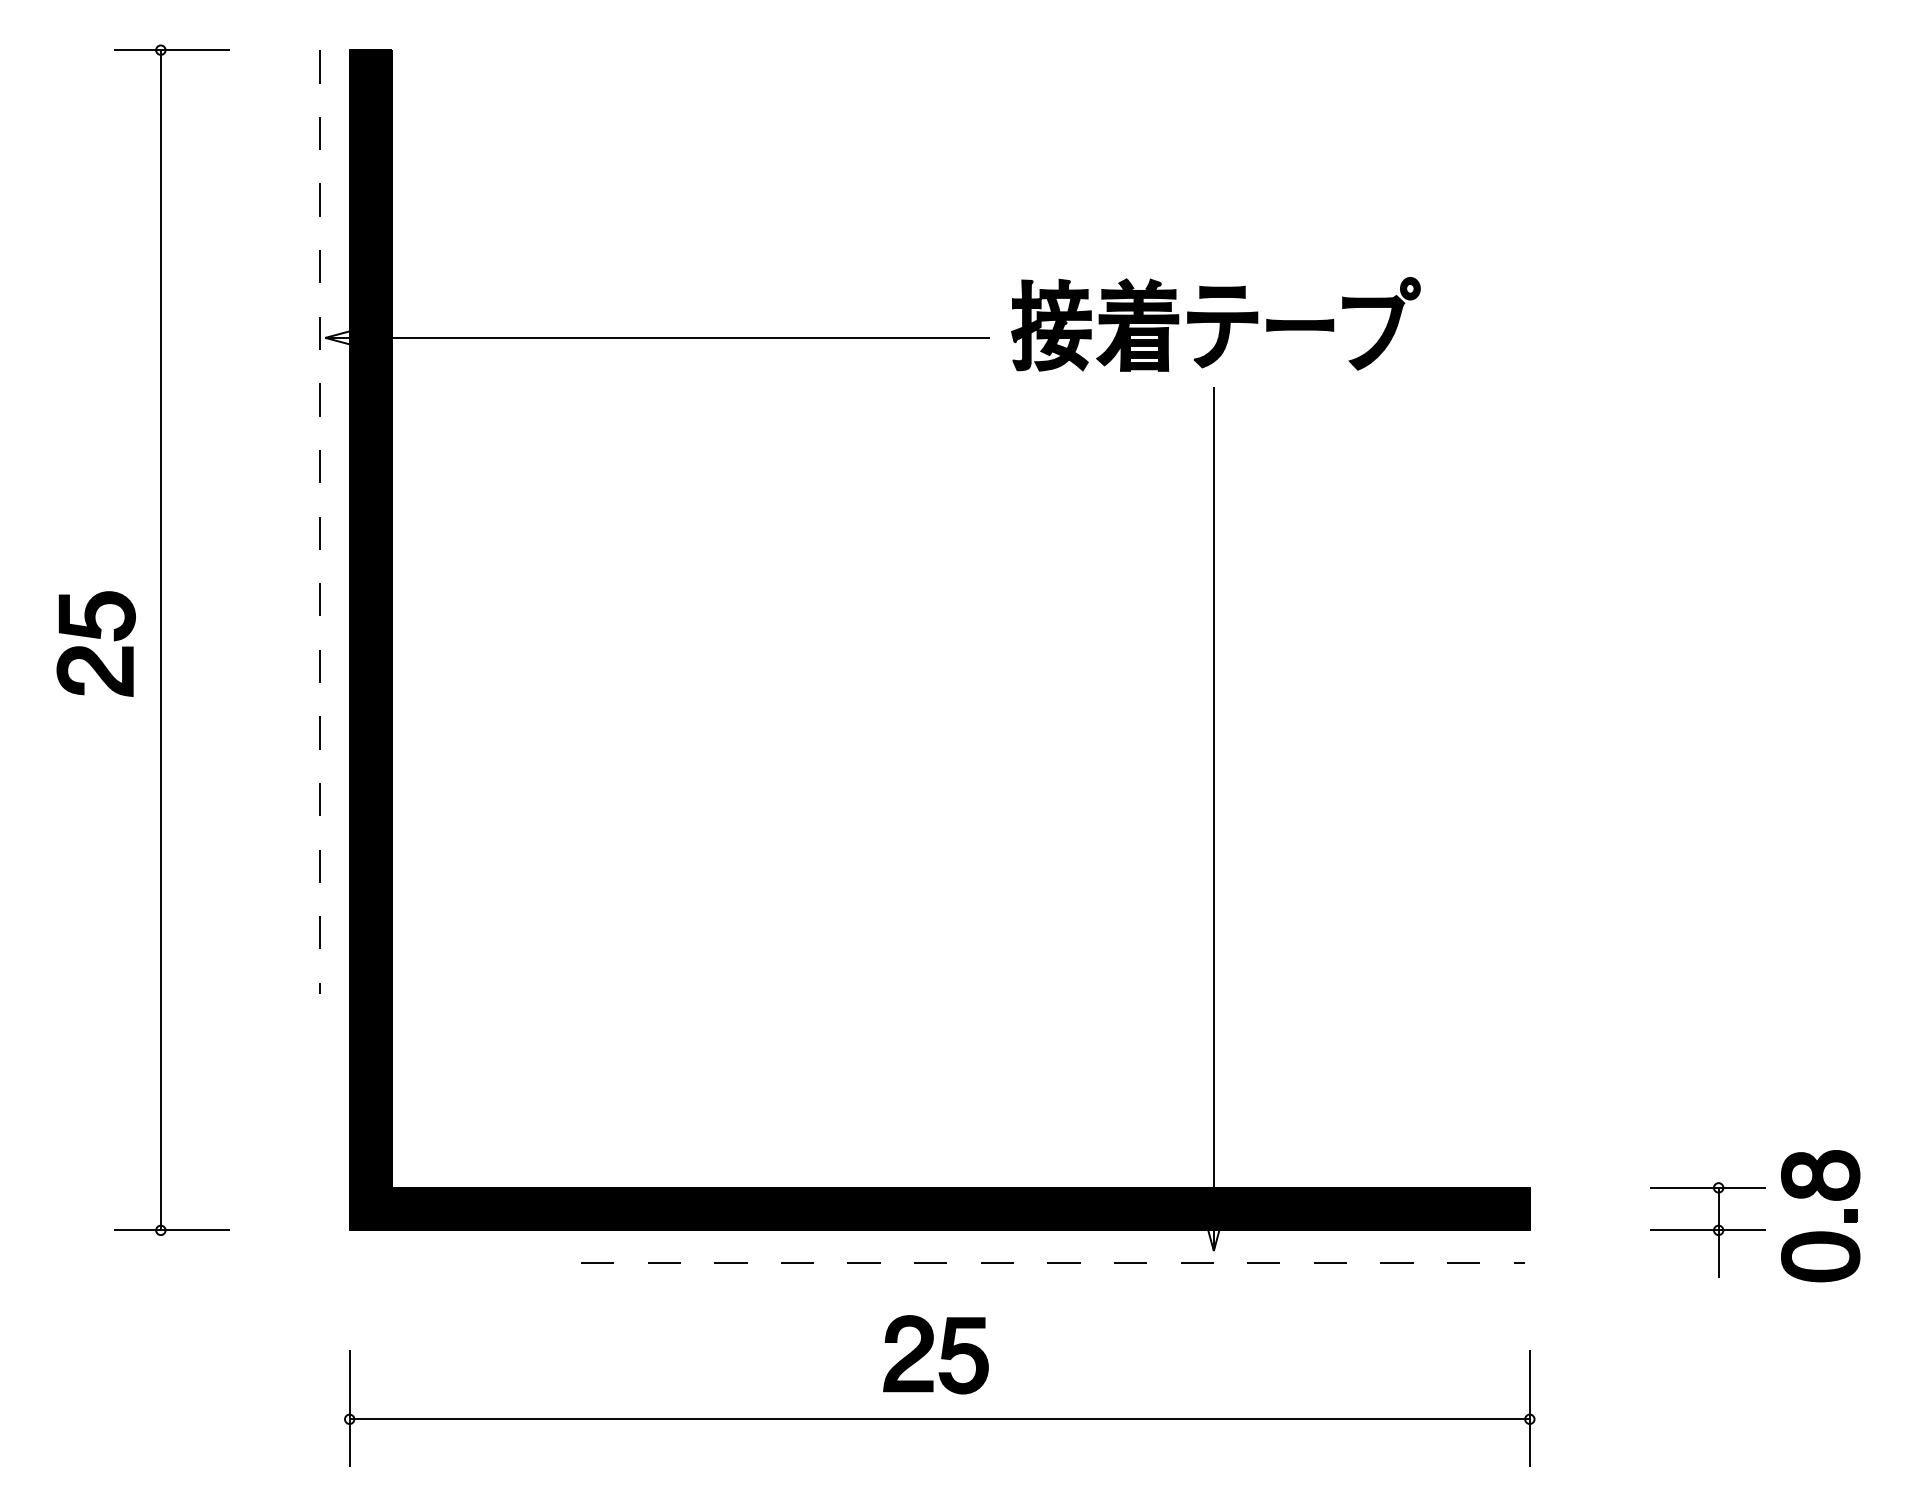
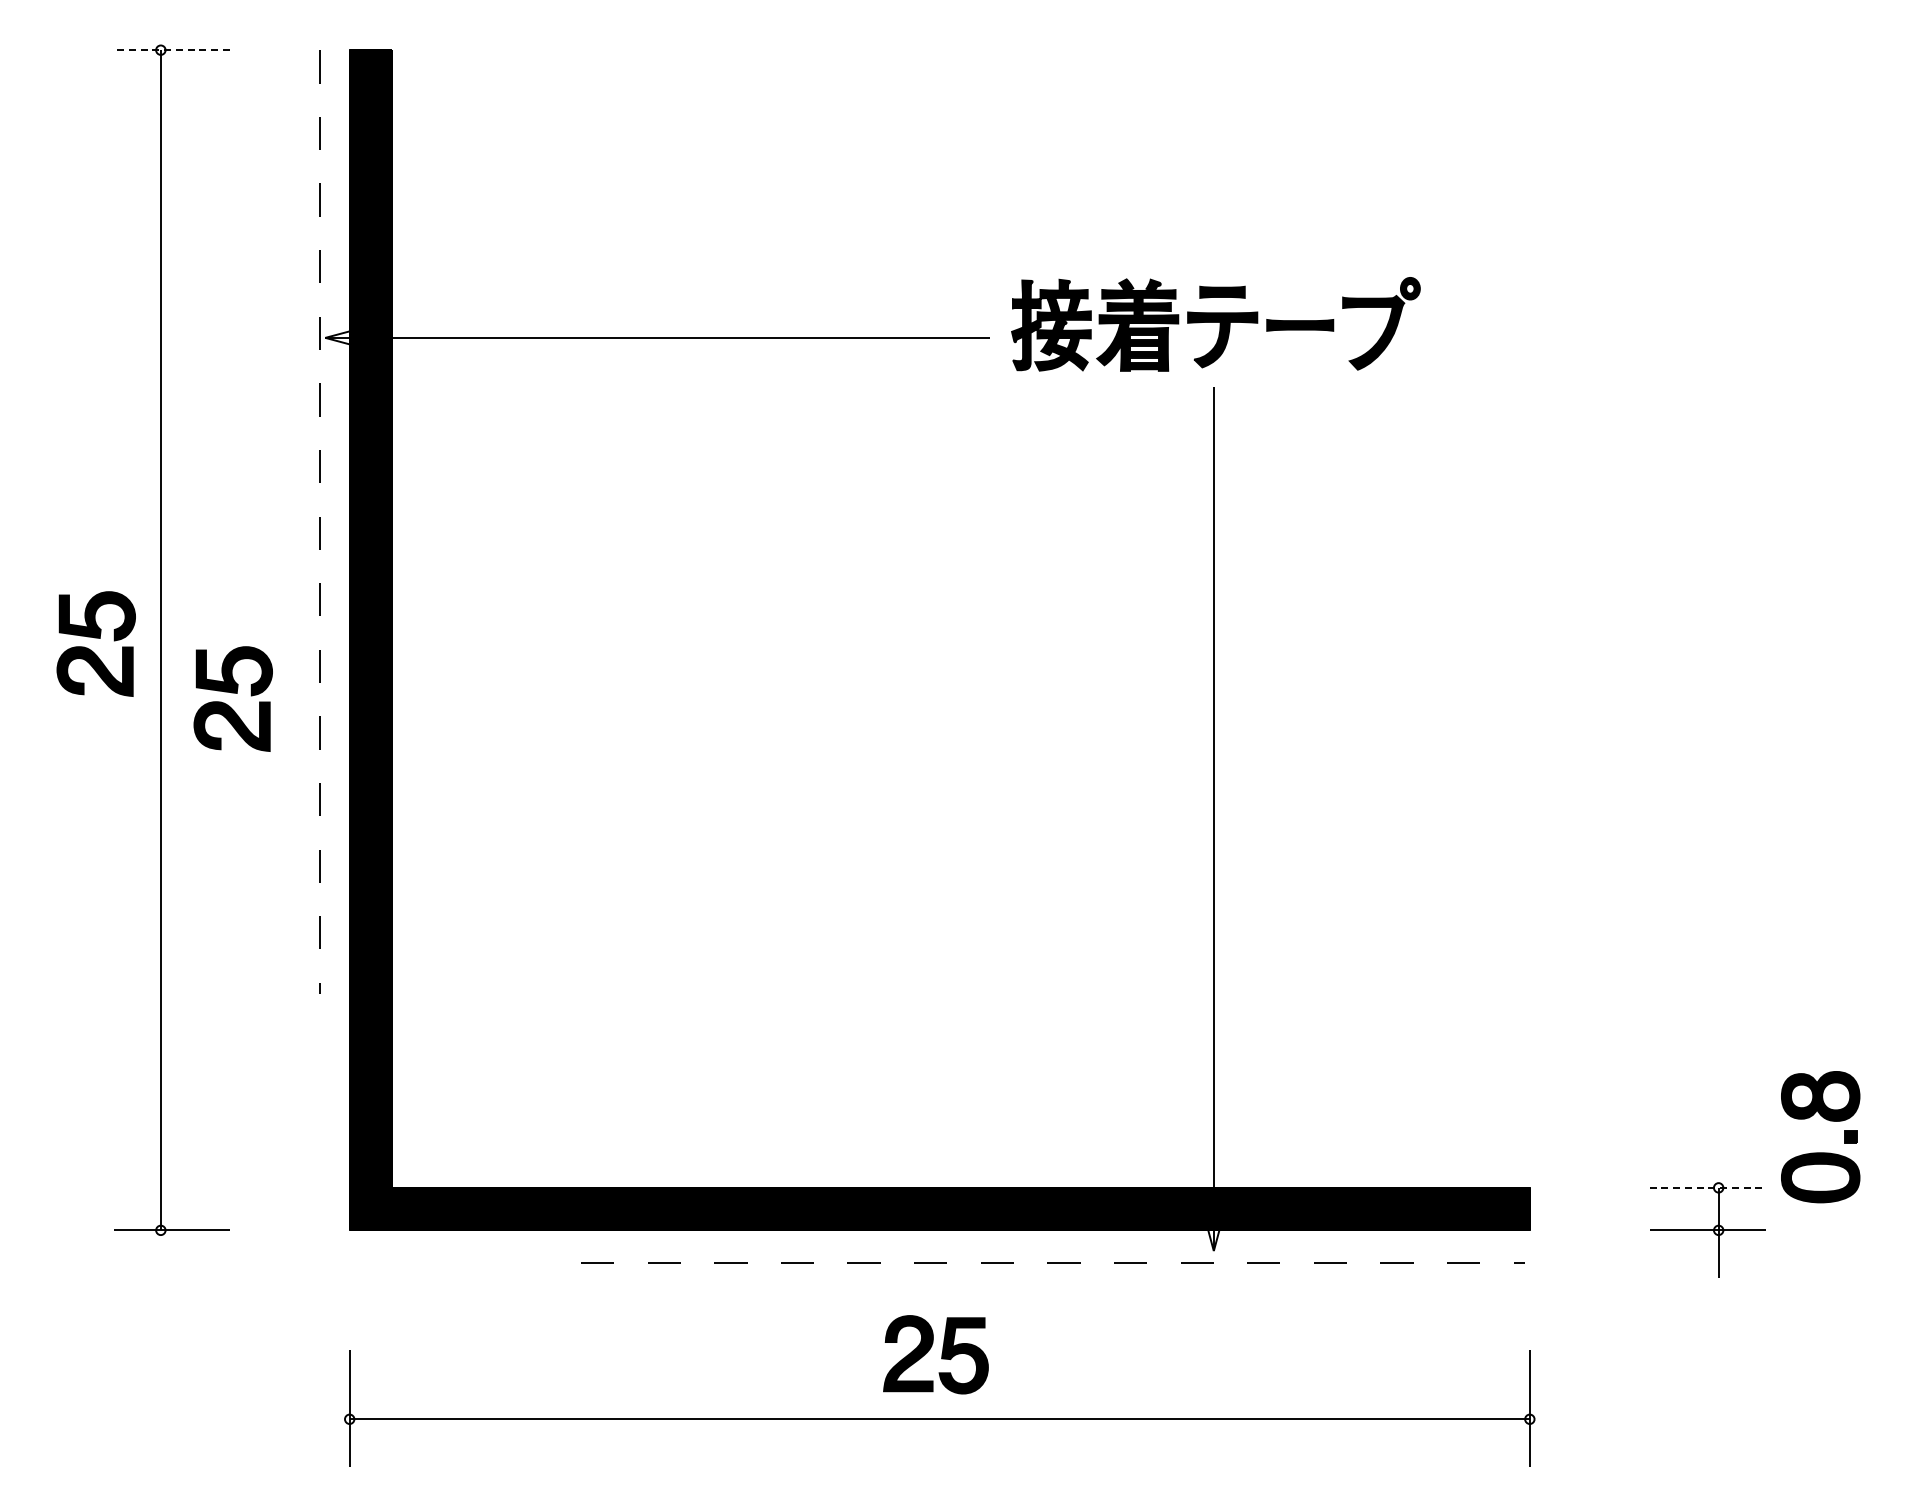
line at (171, 50): solid -> dashed
part at (232, 698): none -> present
line at (1708, 1187): solid -> dashed
part at (1820, 1231) position: (1820, 1231) -> (1820, 1152)
